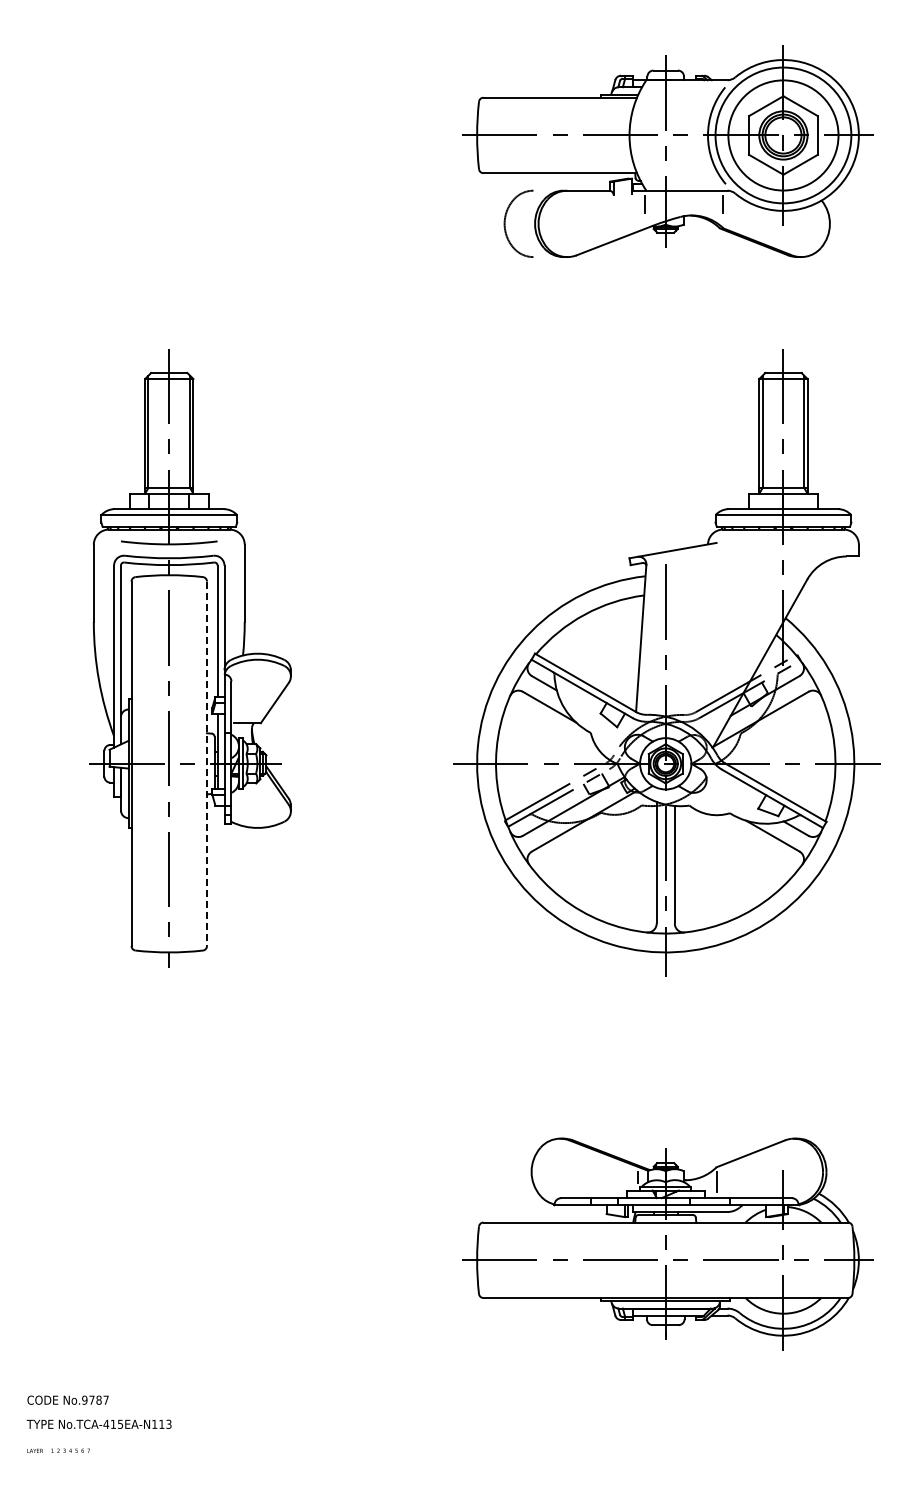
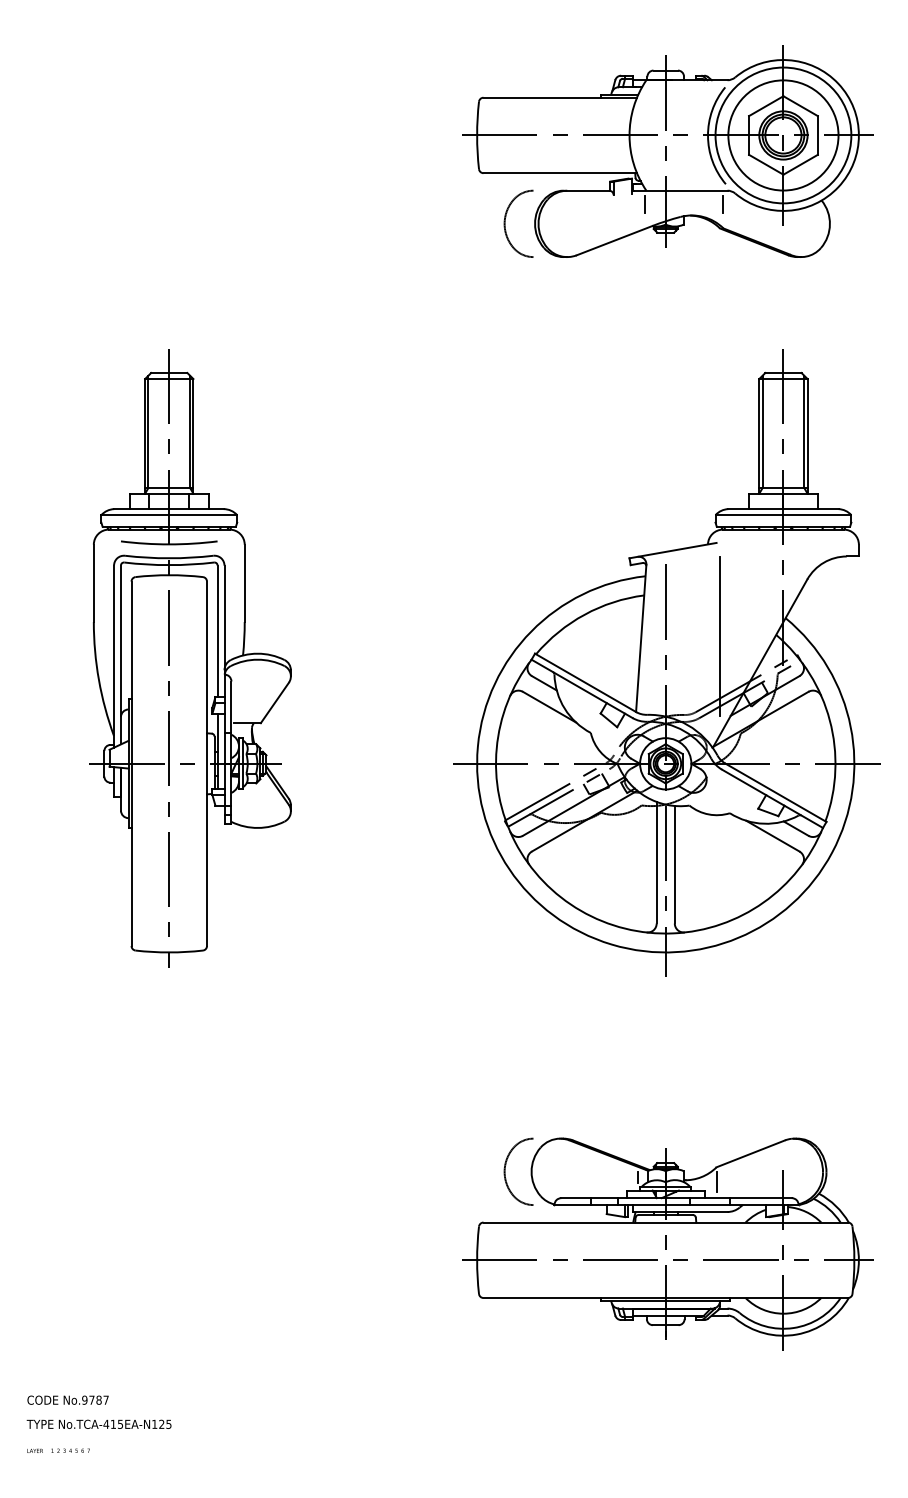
line at (720, 636): none -> present
line at (207, 764): dashed -> solid
part at (505, 1171): none -> present
text at (165, 1423): No.TCA-415EA-N113 -> No.TCA-415EA-N125
